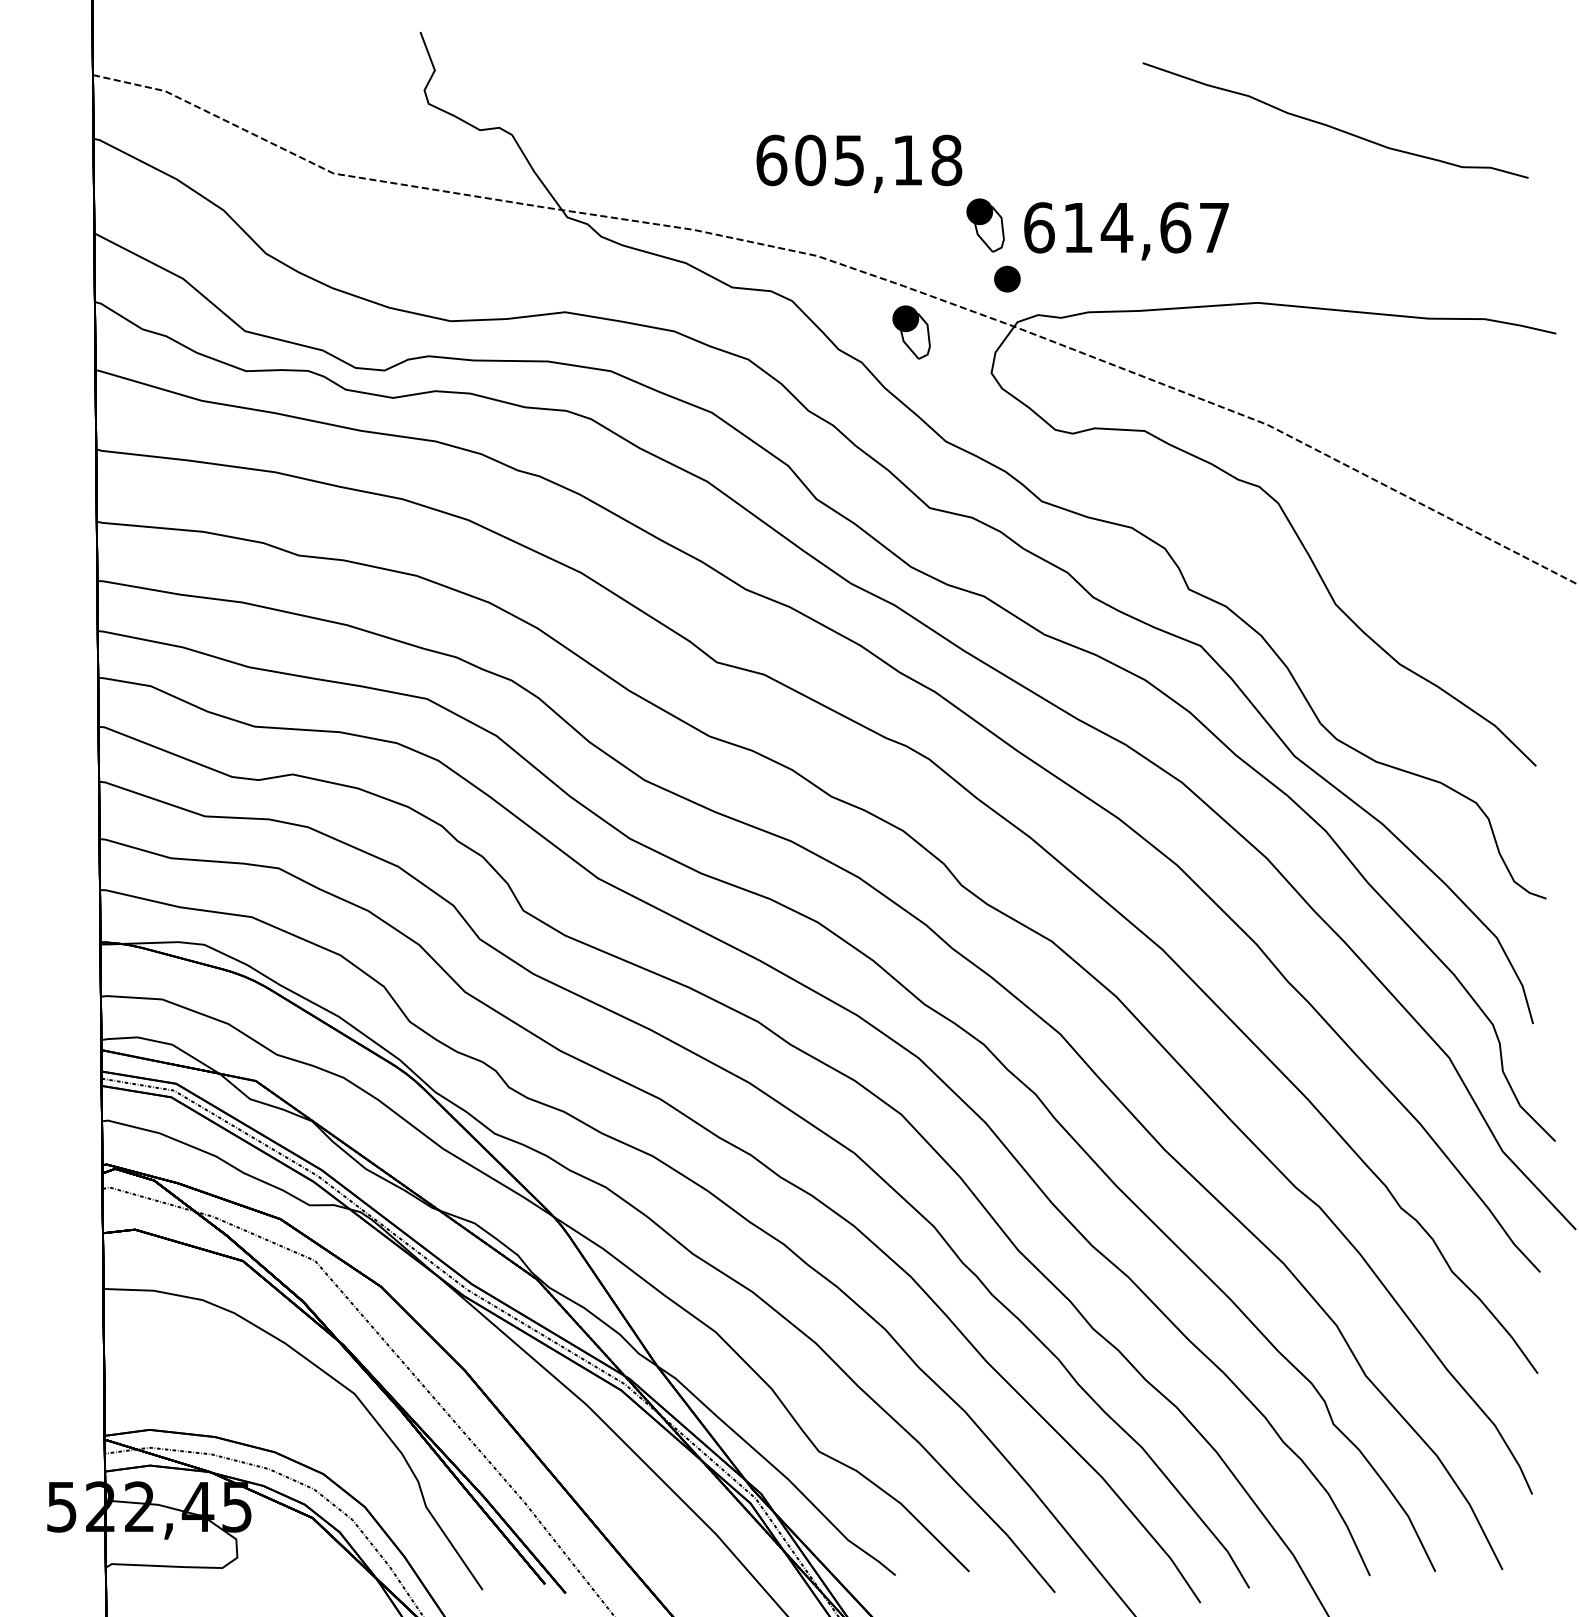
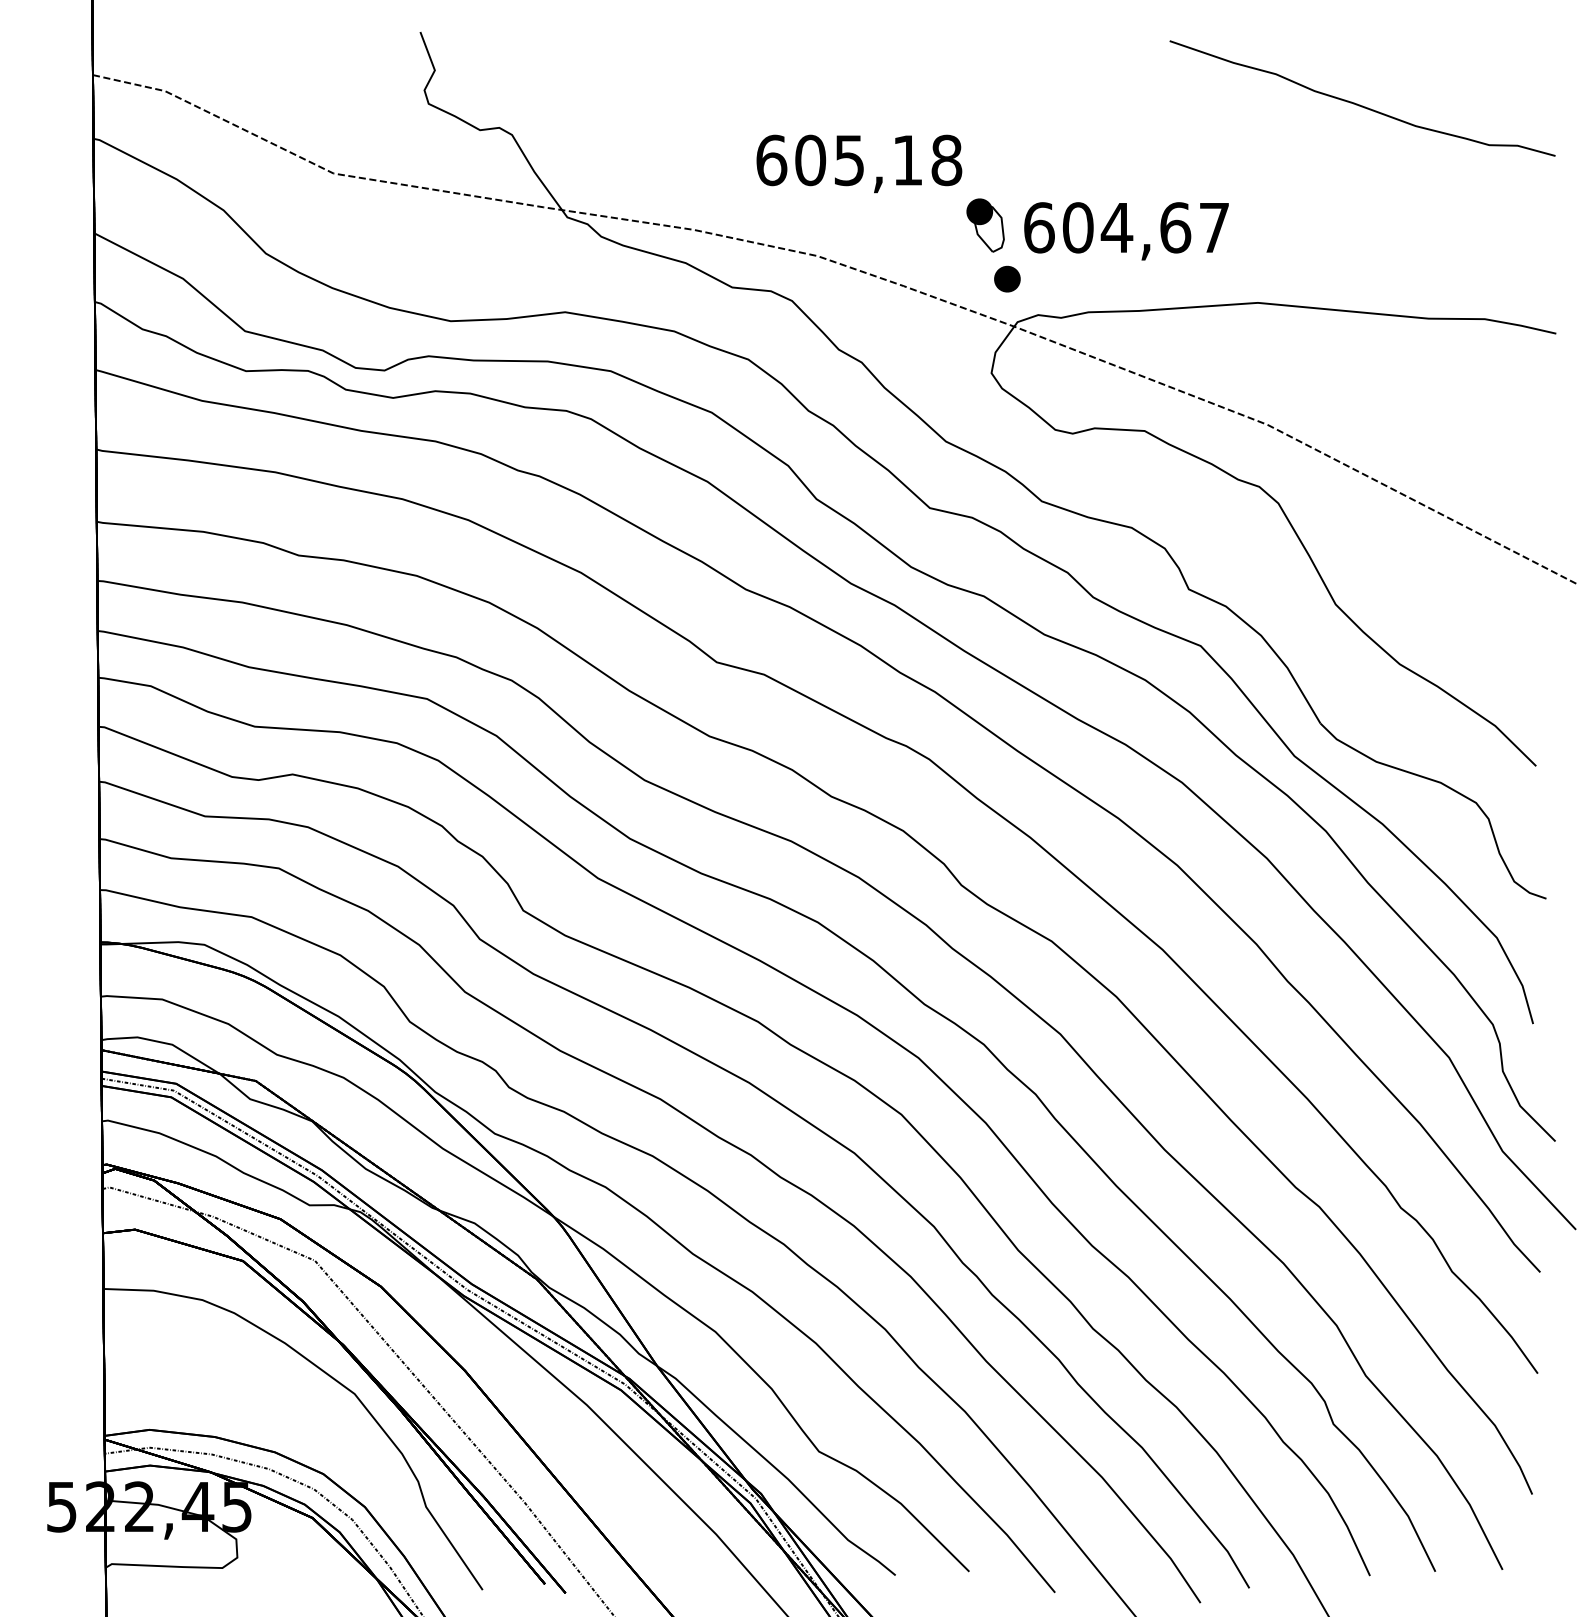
curve at (1333, 126) position: (1333, 126) -> (1360, 104)
text at (1078, 227): 614,67 -> 604,67
part at (911, 332): present -> none
